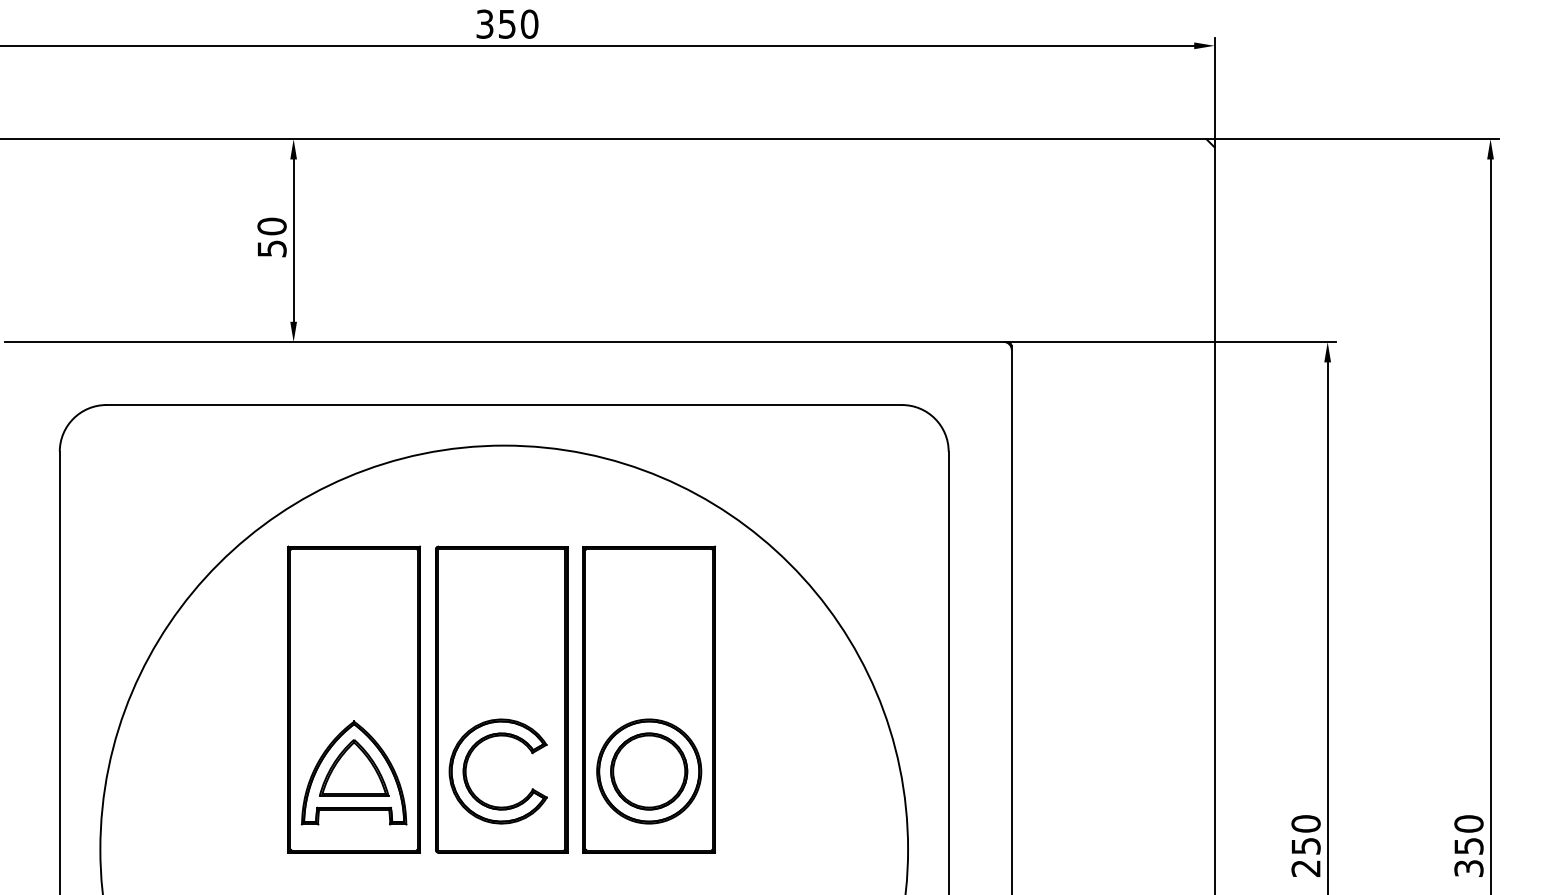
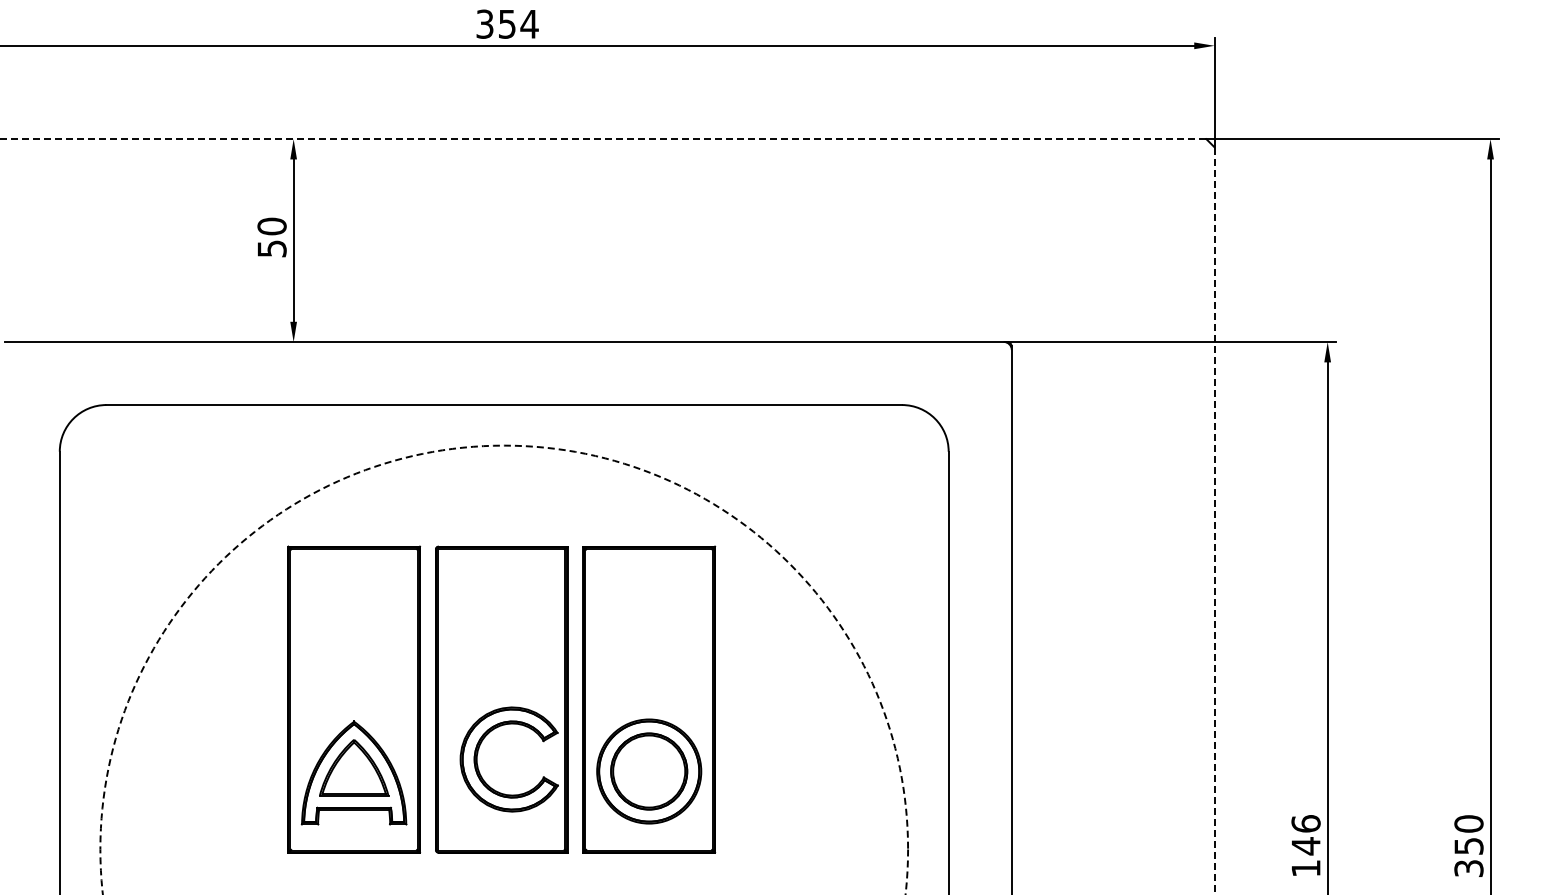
text at (529, 23): 350 -> 354
line at (603, 139): solid -> dashed
line at (1214, 521): solid -> dashed
circle at (504, 669): solid -> dashed
part at (467, 765) position: (467, 765) -> (478, 753)
text at (1305, 846): 250 -> 146
